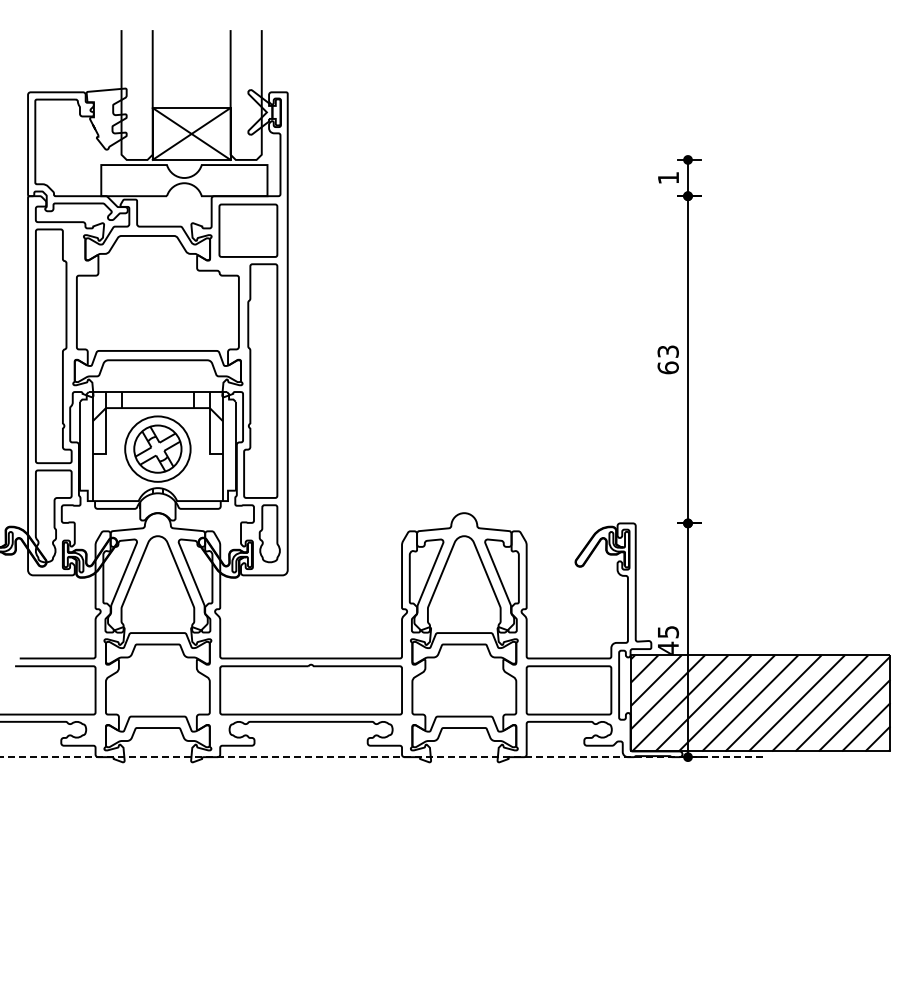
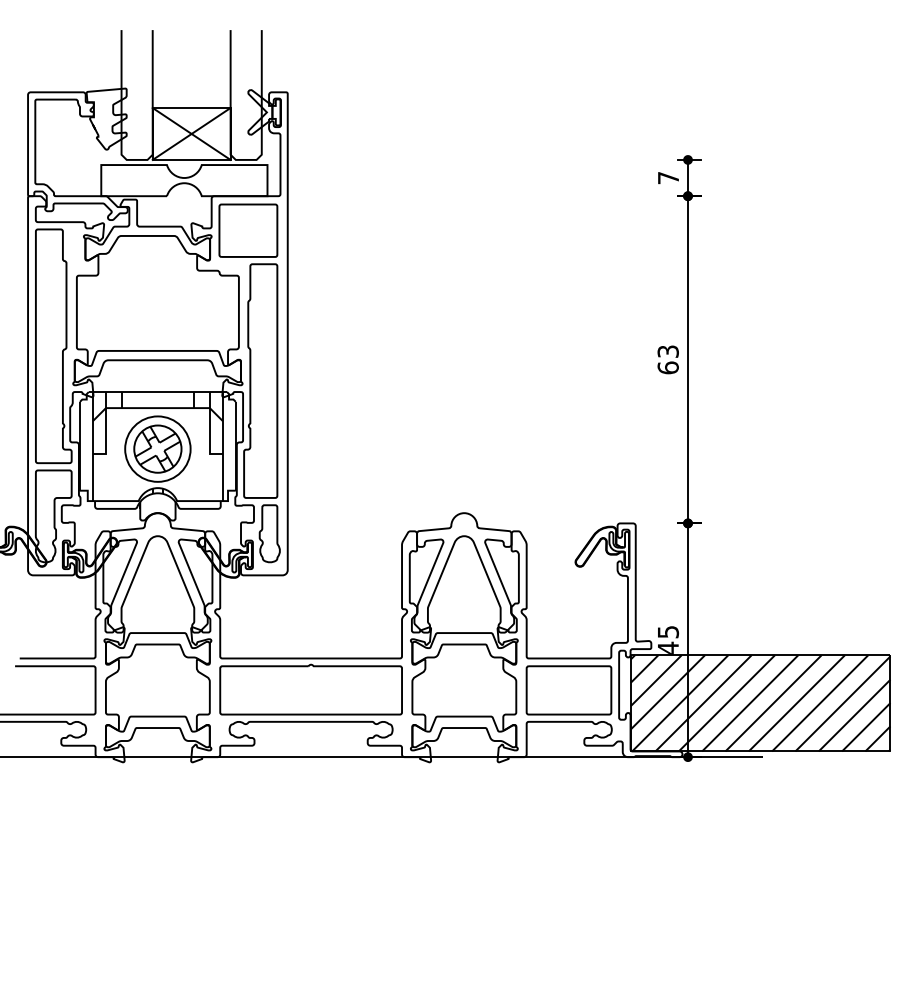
text at (668, 178): 1 -> 7
line at (381, 757): dashed -> solid
